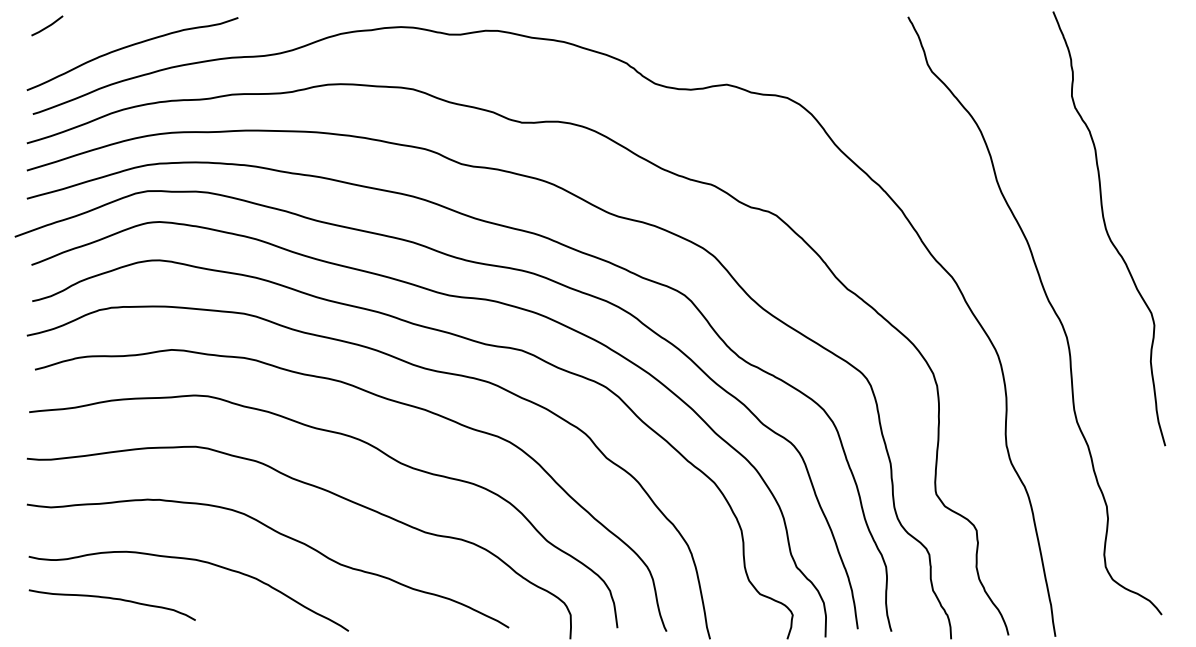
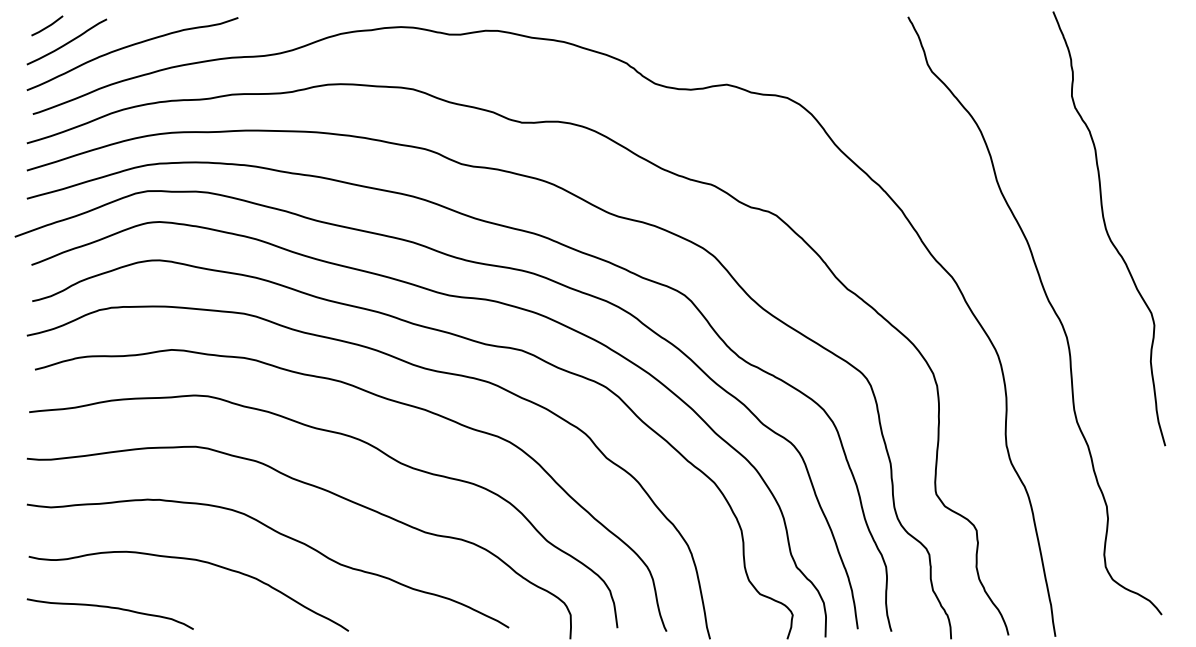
curve at (66, 42): none -> present
curve at (111, 599) position: (111, 599) -> (109, 608)
